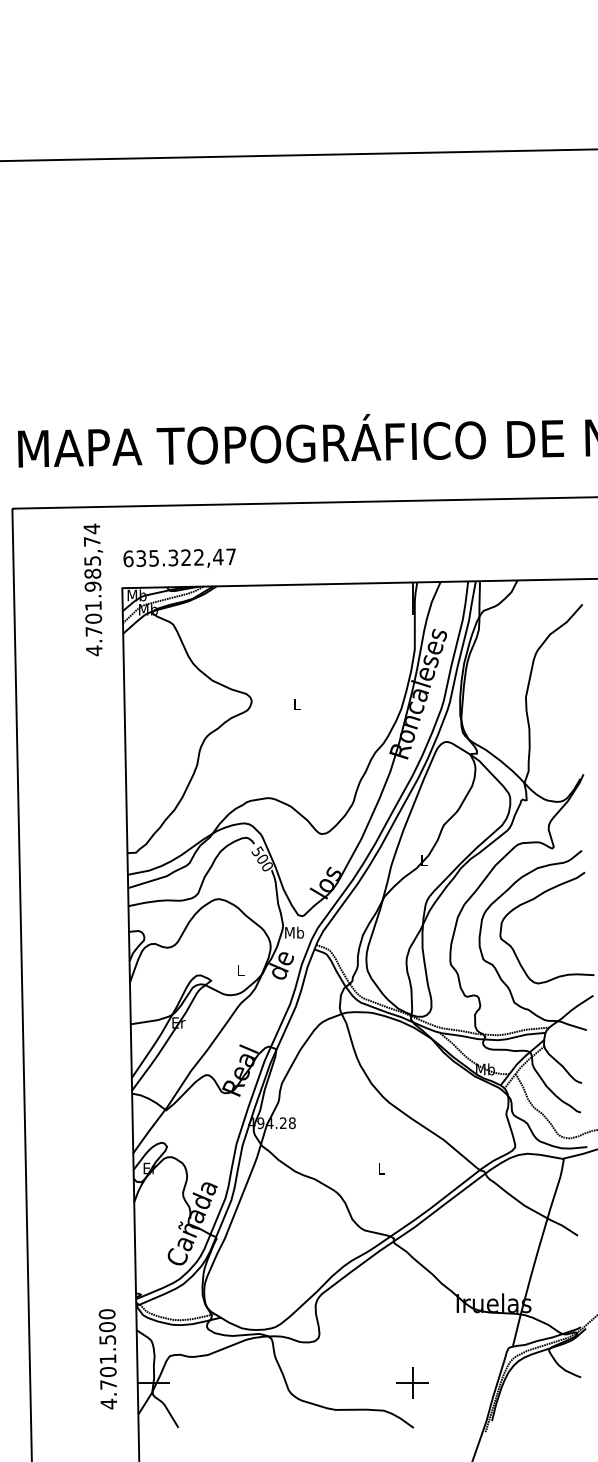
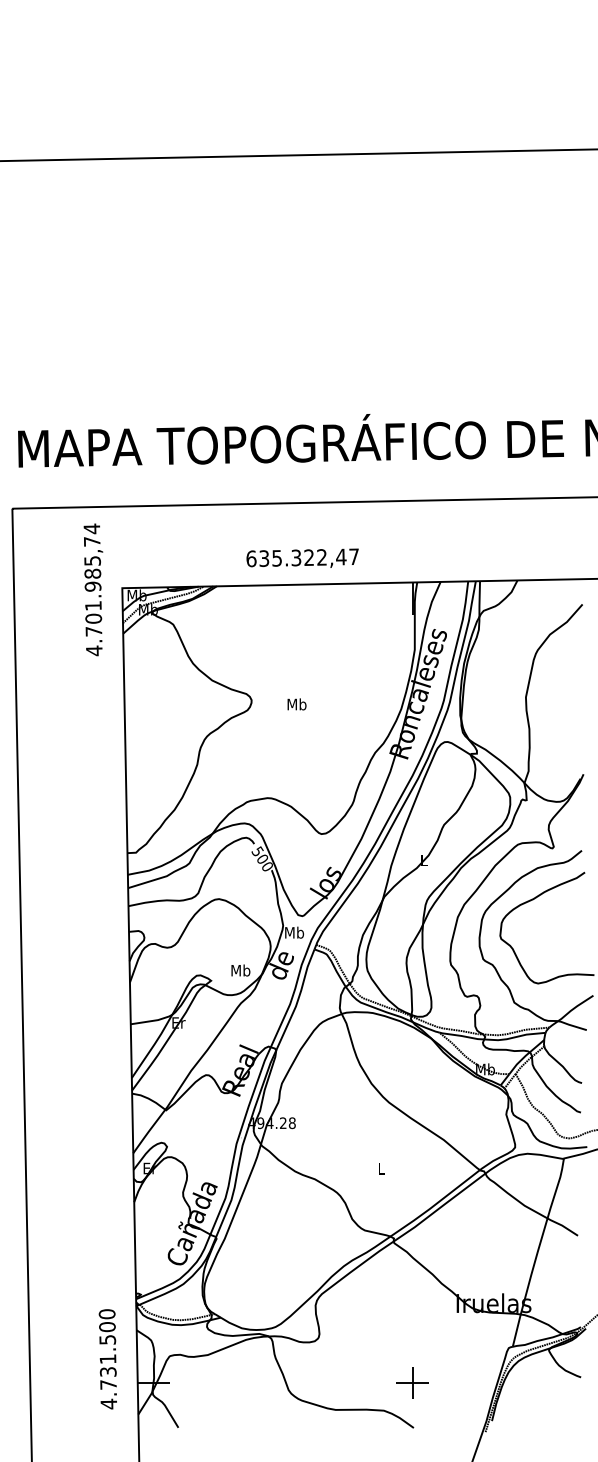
text at (179, 557) position: (179, 557) -> (302, 557)
text at (296, 704): L -> Mb
text at (240, 970): L -> Mb
text at (108, 1371): 4.701.500 -> 4.731.500
